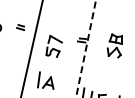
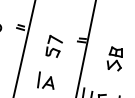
part at (114, 45) position: (114, 45) -> (114, 58)
line at (31, 48) position: (31, 48) -> (24, 48)
line at (86, 49): dashed -> solid
